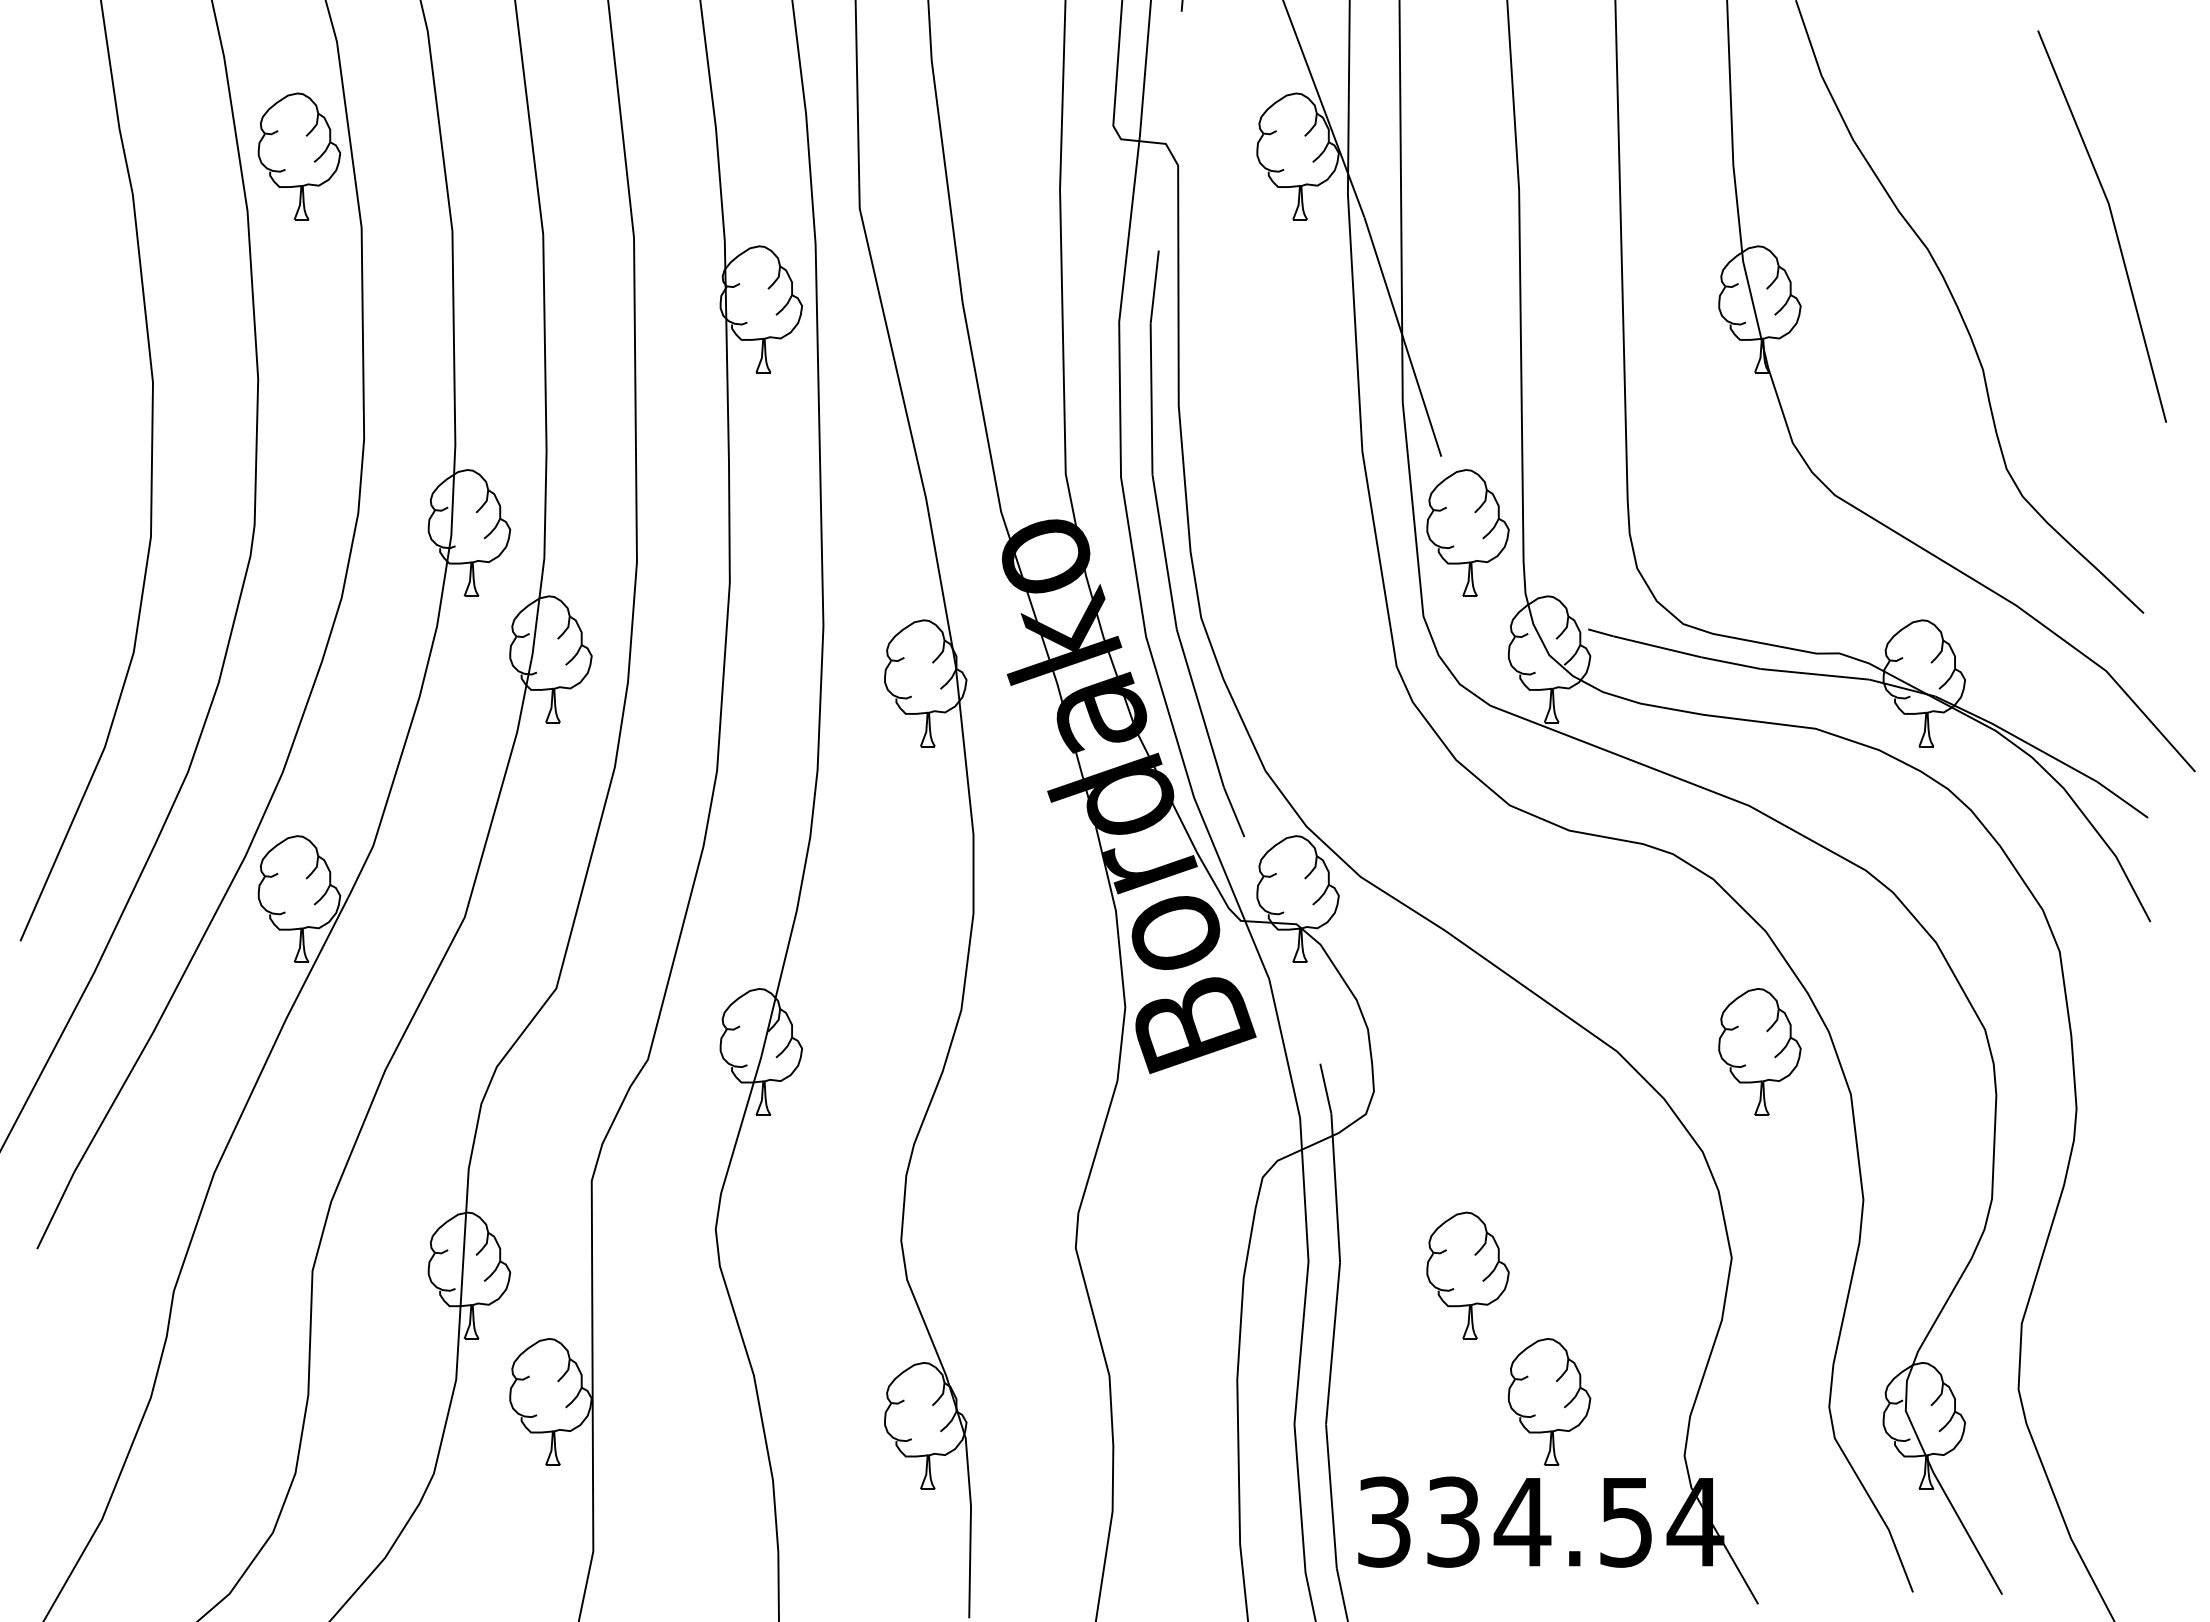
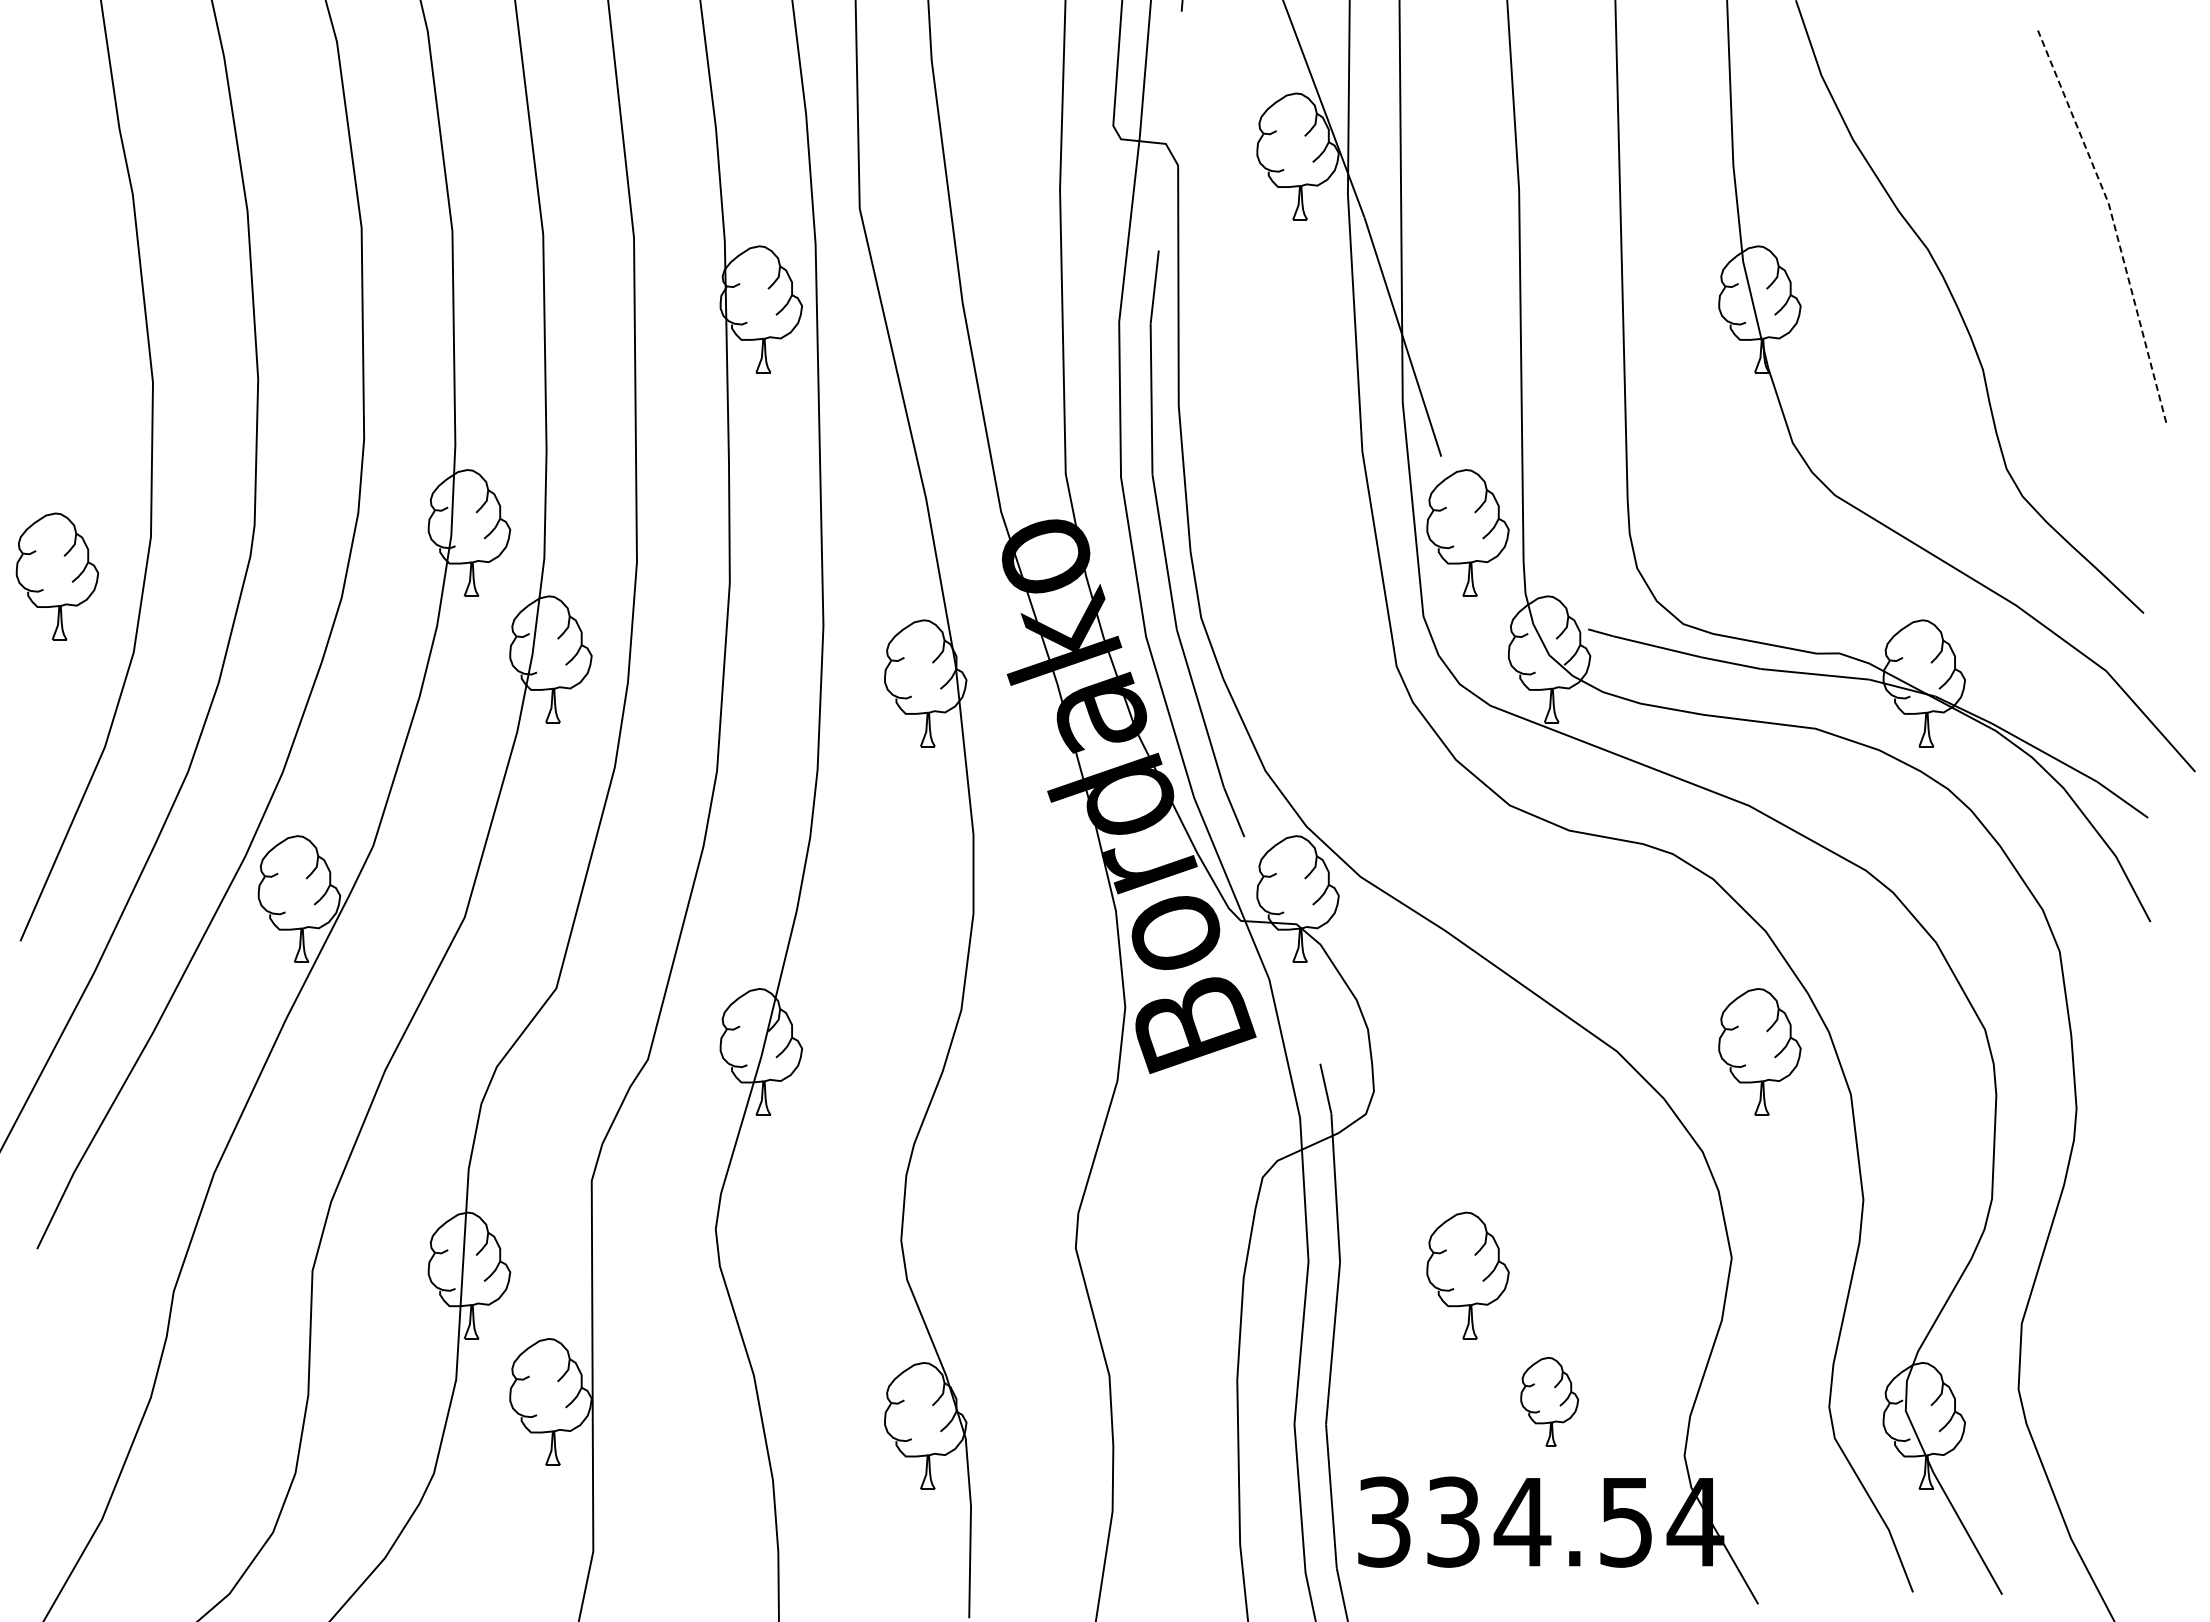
part at (299, 156) position: (299, 156) -> (57, 576)
line at (2113, 222): solid -> dashed
part at (1549, 1401) size: 84x128 px -> 60x90 px
